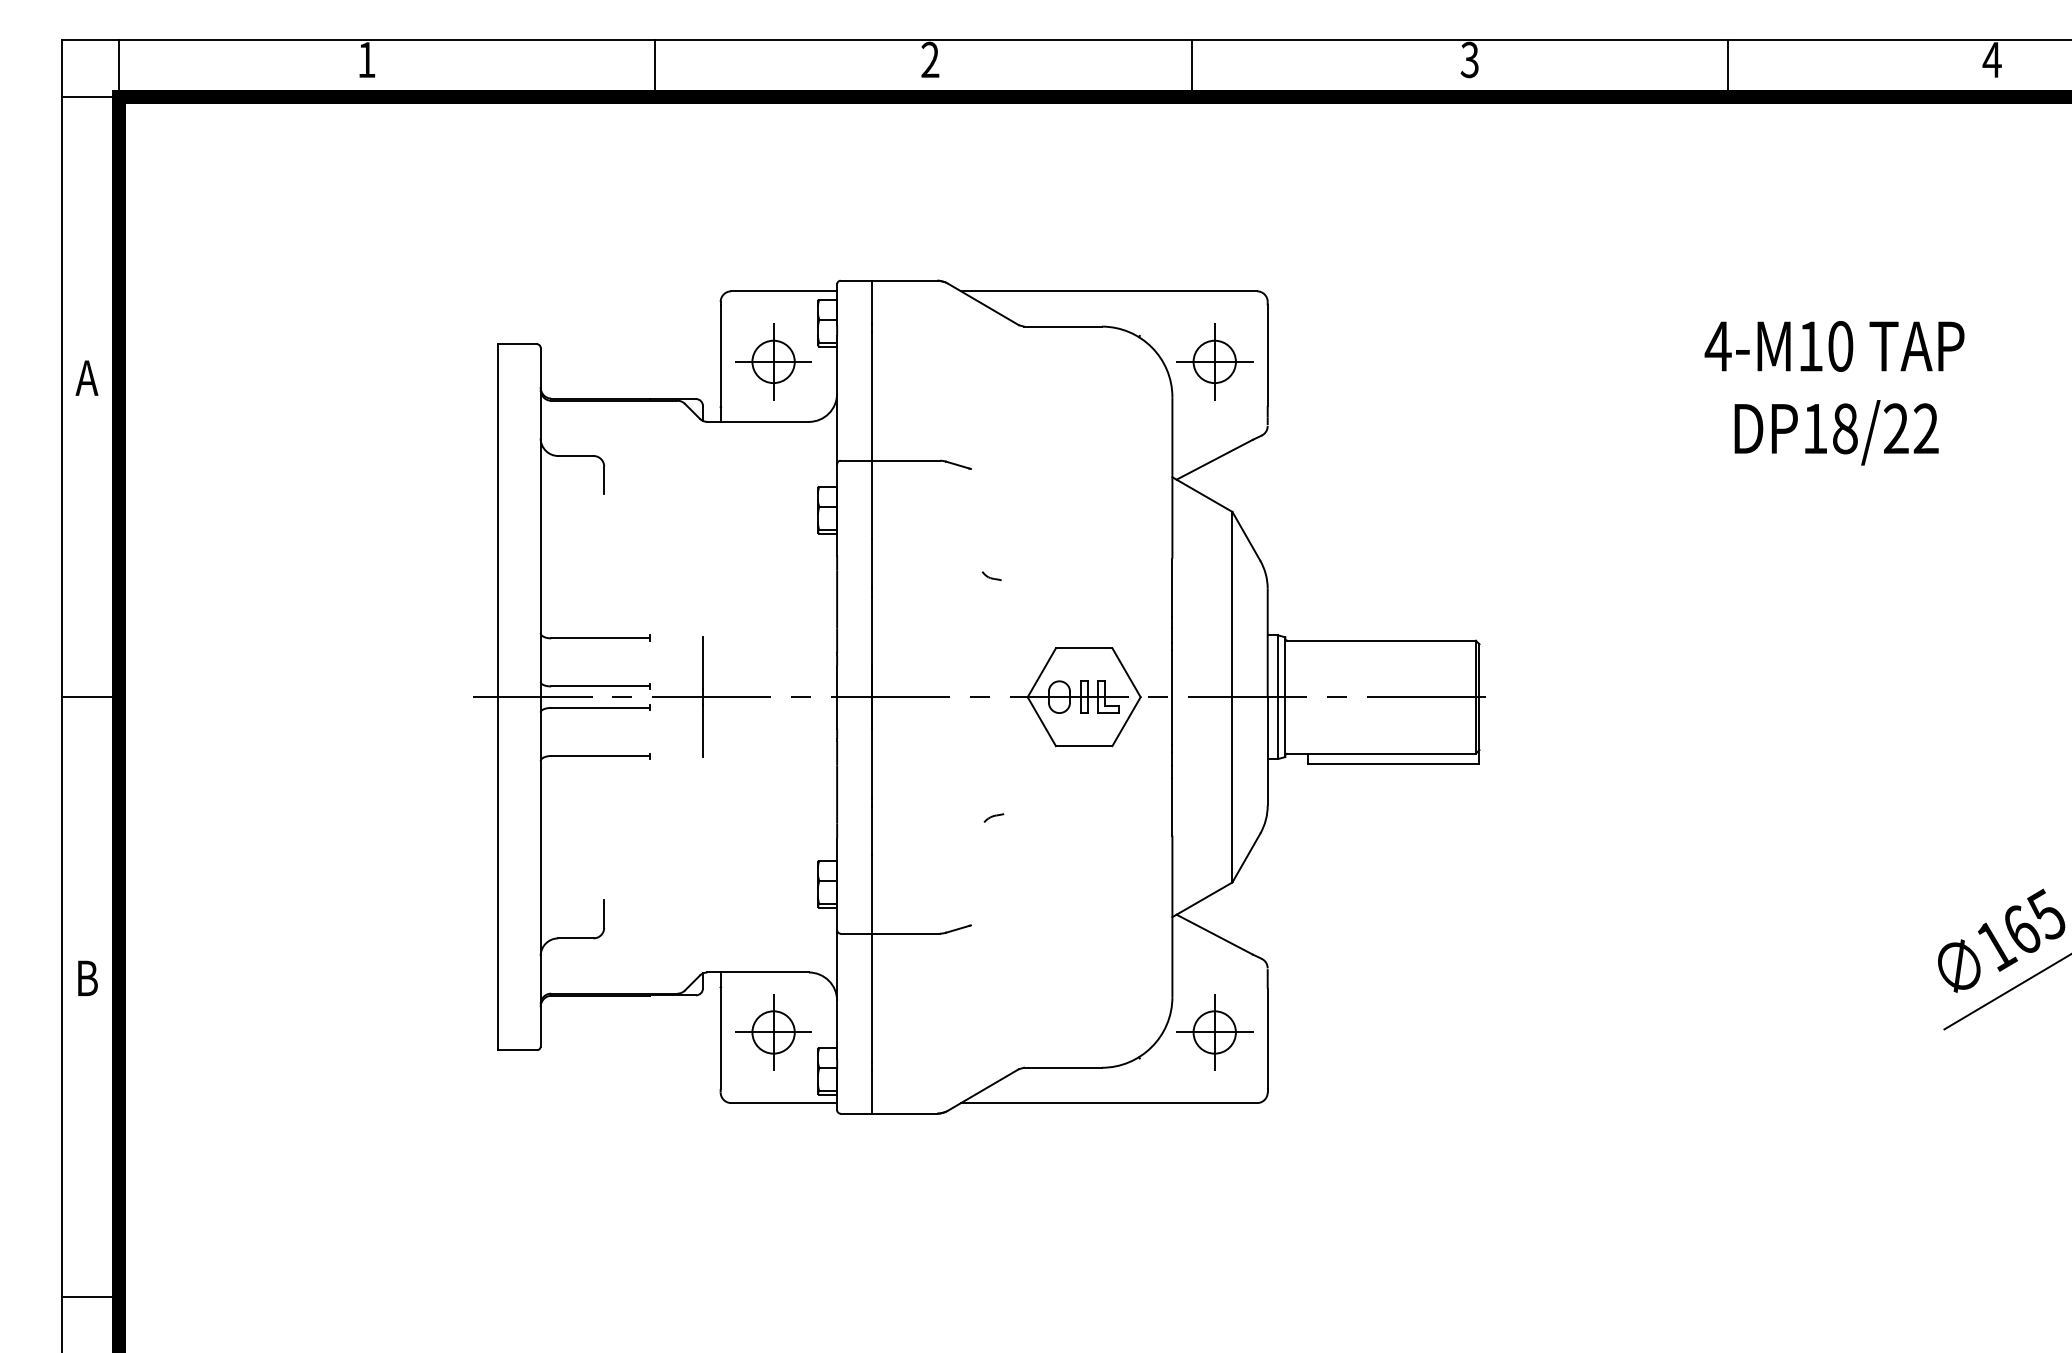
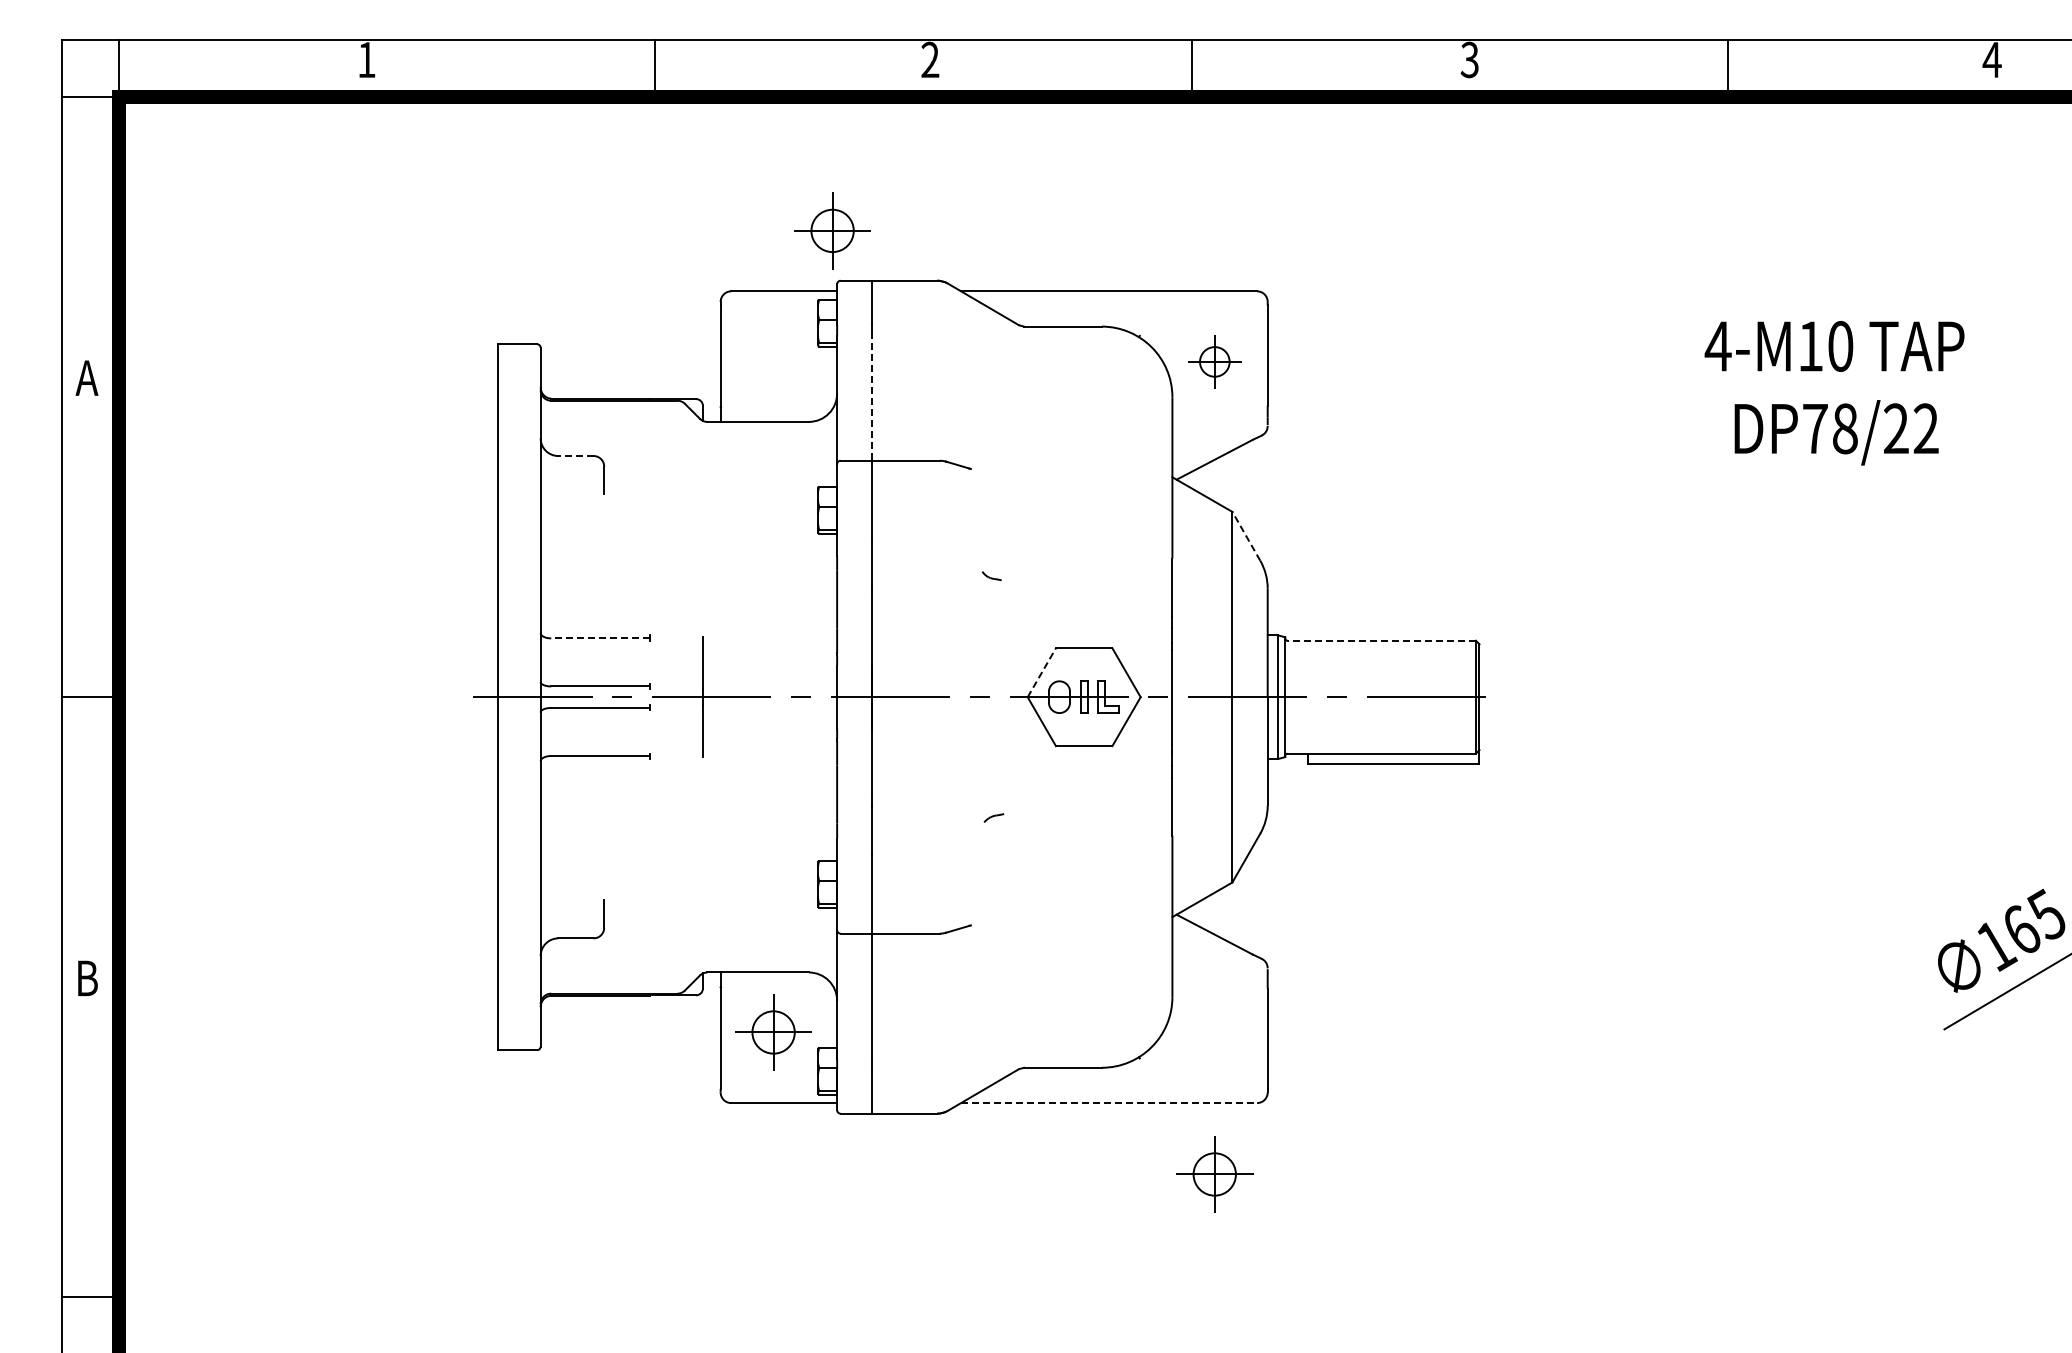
part at (773, 361) position: (773, 361) -> (832, 230)
part at (1214, 361) size: 78x78 px -> 54x54 px
line at (872, 395): solid -> dashed
text at (1815, 428): DP18/22 -> DP78/22
line at (575, 456): solid -> dashed
line at (1246, 535): solid -> dashed
line at (600, 638): solid -> dashed
line at (1381, 640): solid -> dashed
line at (1042, 672): solid -> dashed
part at (1214, 1032) position: (1214, 1032) -> (1214, 1174)
line at (1109, 1103): solid -> dashed
